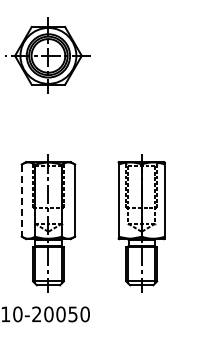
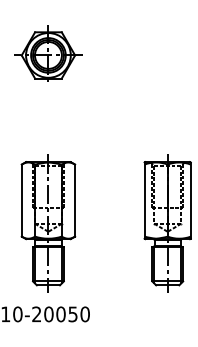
part at (47, 55) size: 86x77 px -> 69x57 px
line at (21, 201): dashed -> solid
part at (141, 223) position: (141, 223) -> (167, 223)
